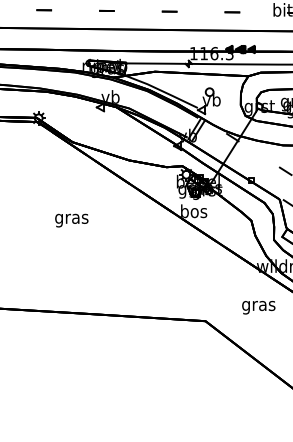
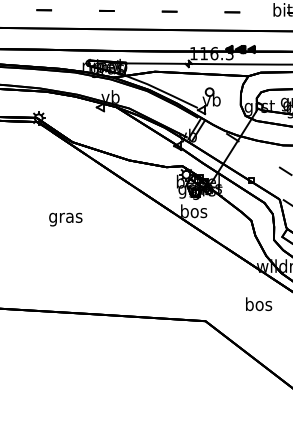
text at (71, 220) position: (71, 220) -> (65, 219)
text at (258, 305): gras -> bos
